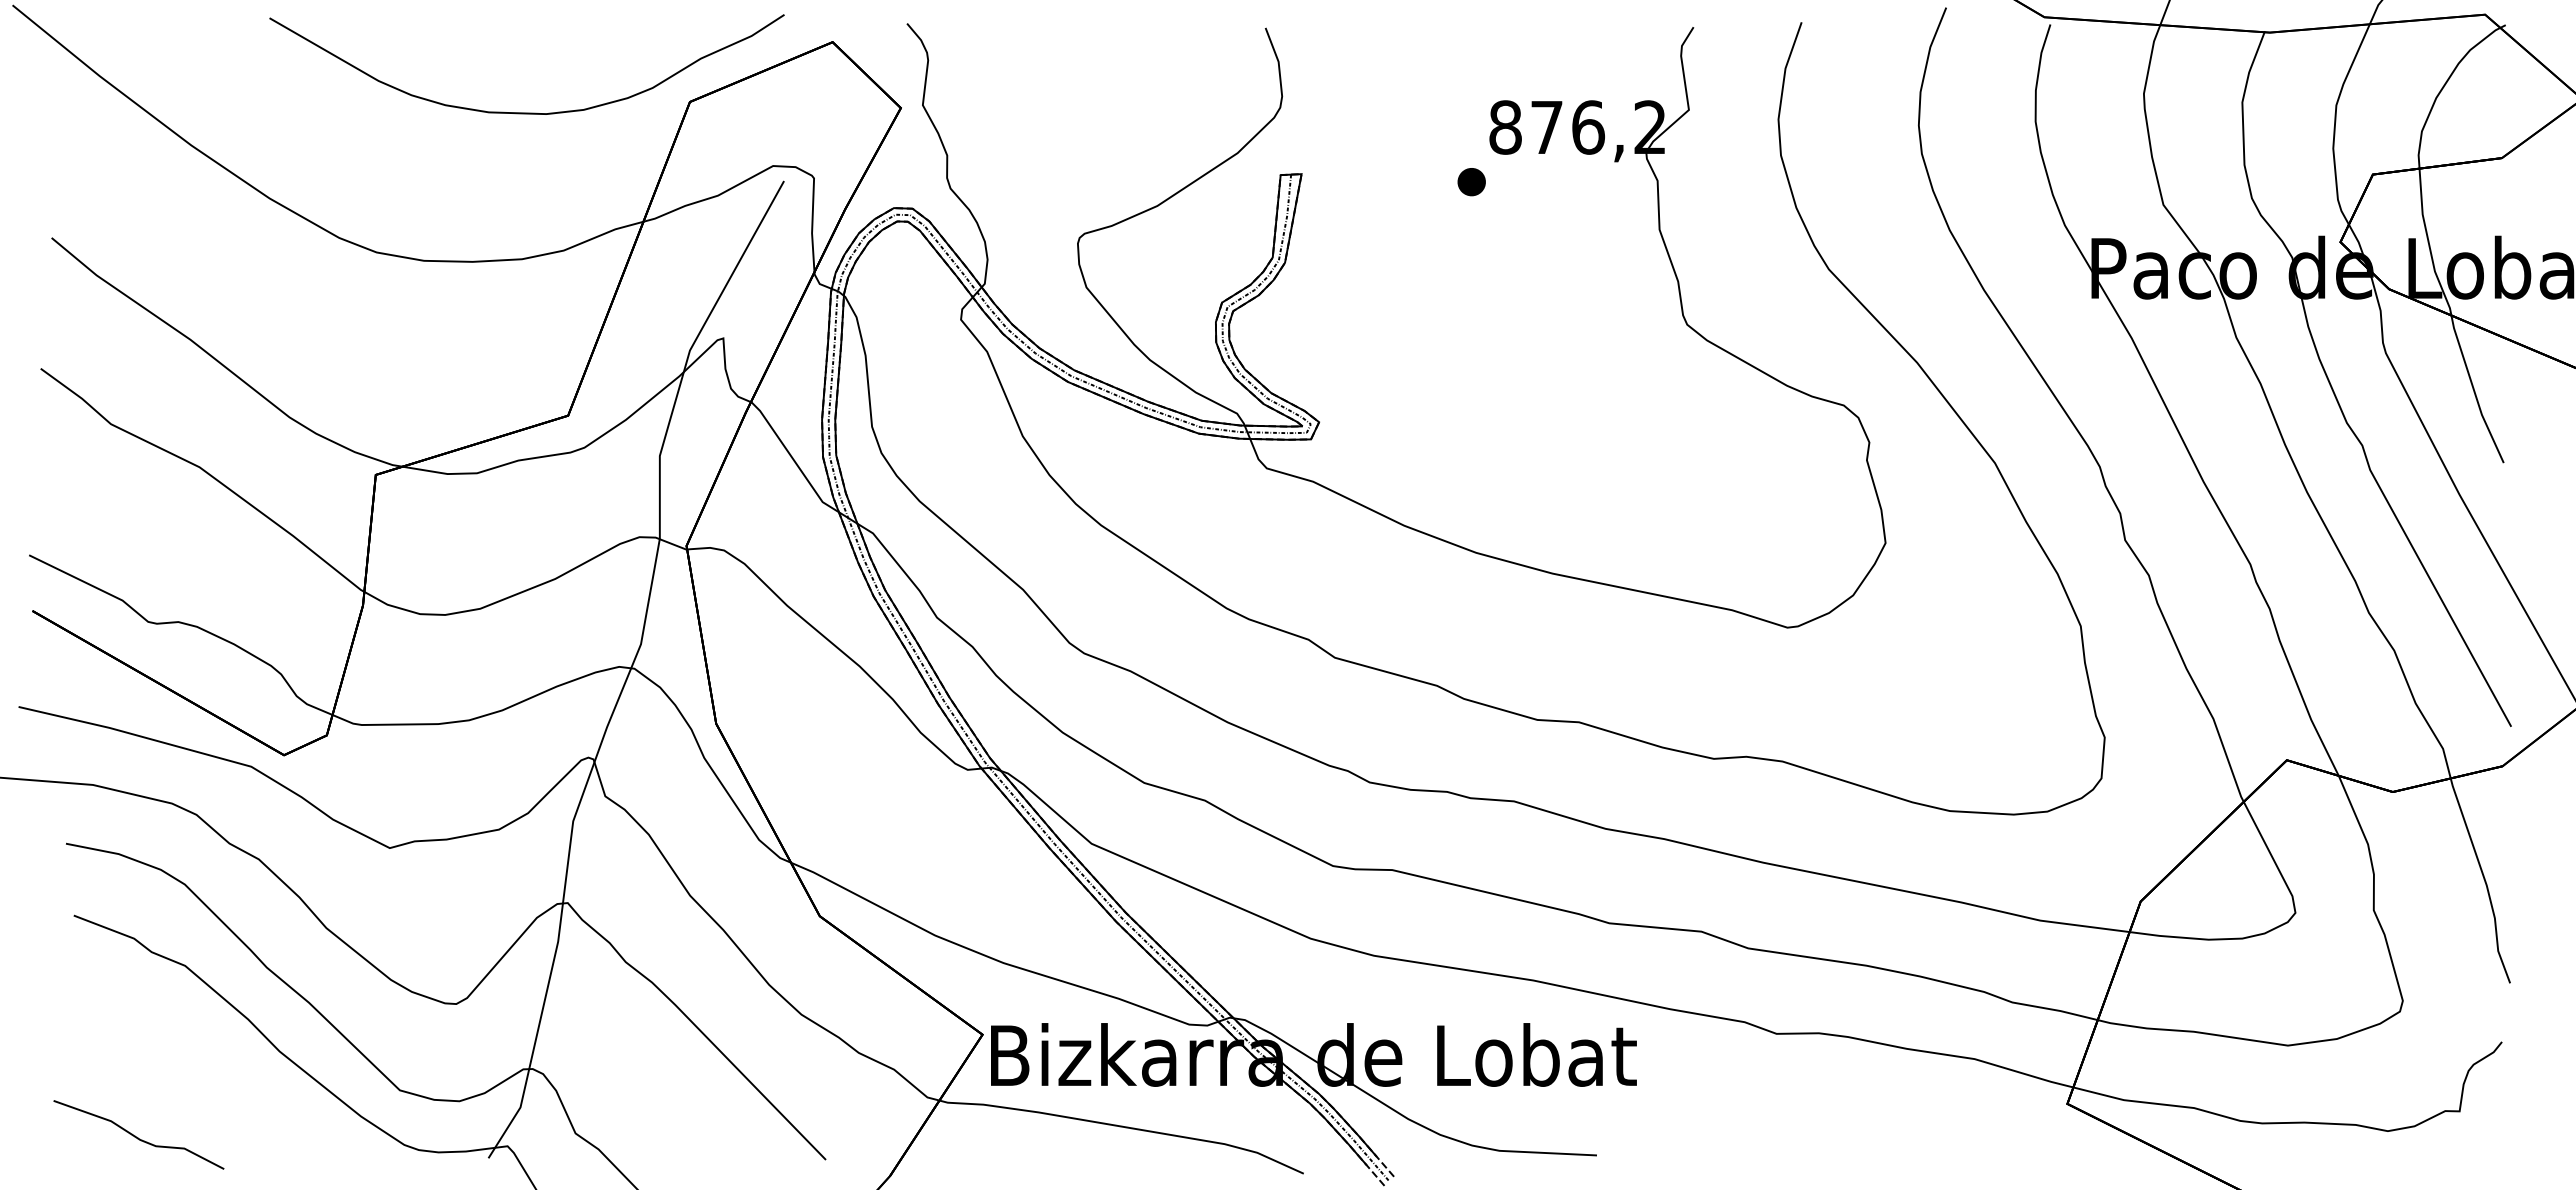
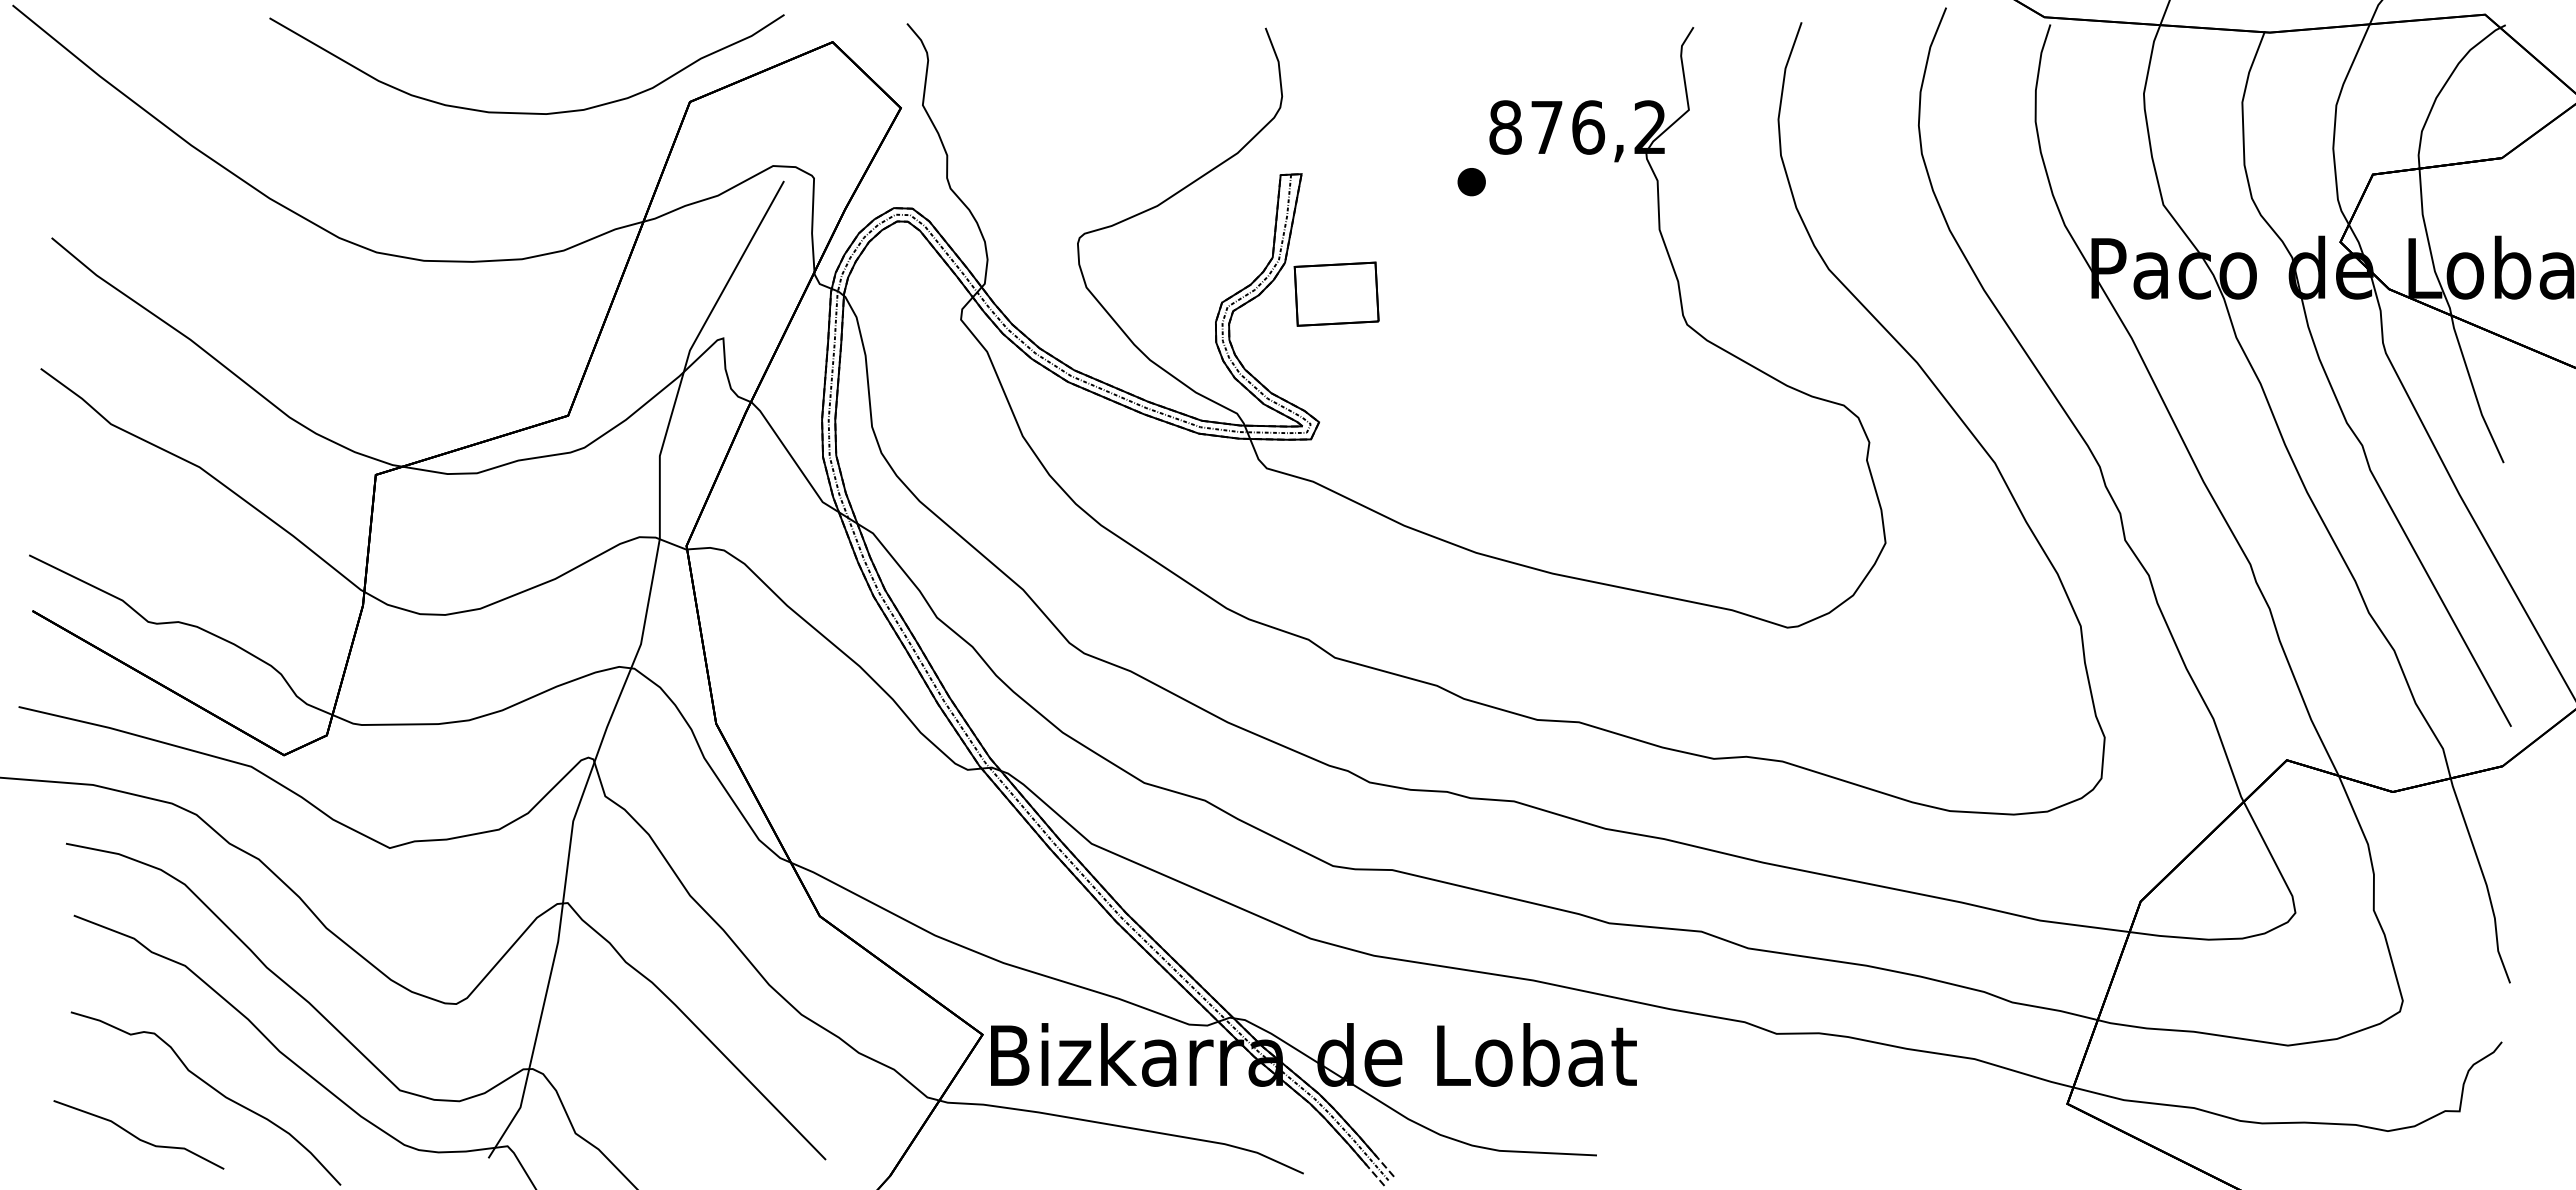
part at (1336, 293): none -> present
curve at (211, 1088): none -> present
